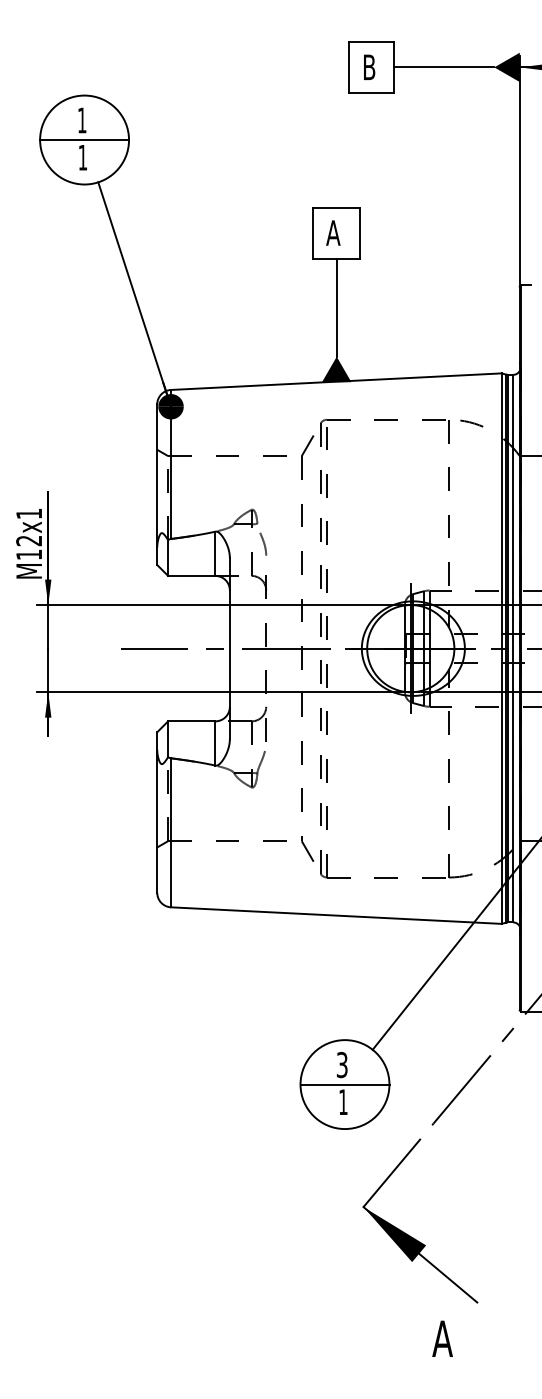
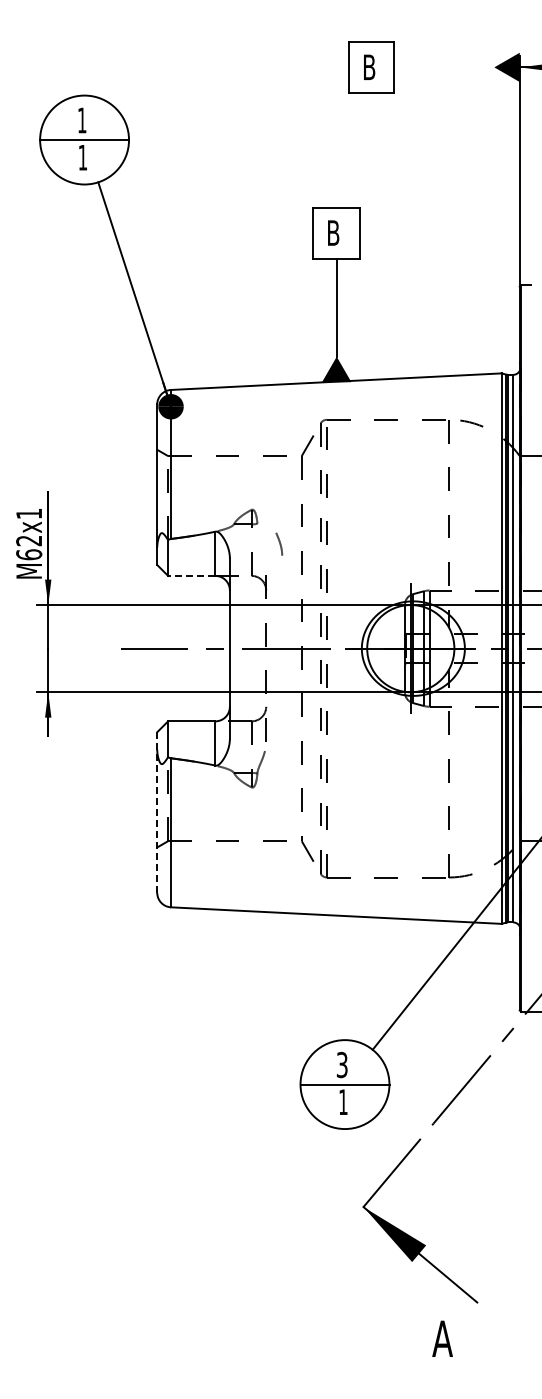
line at (444, 67): present -> none
text at (333, 232): A -> B
line at (263, 543) position: (263, 543) -> (279, 543)
text at (29, 554): M12x1 -> M62x1
line at (191, 575): solid -> dashed
line at (157, 812): solid -> dashed
